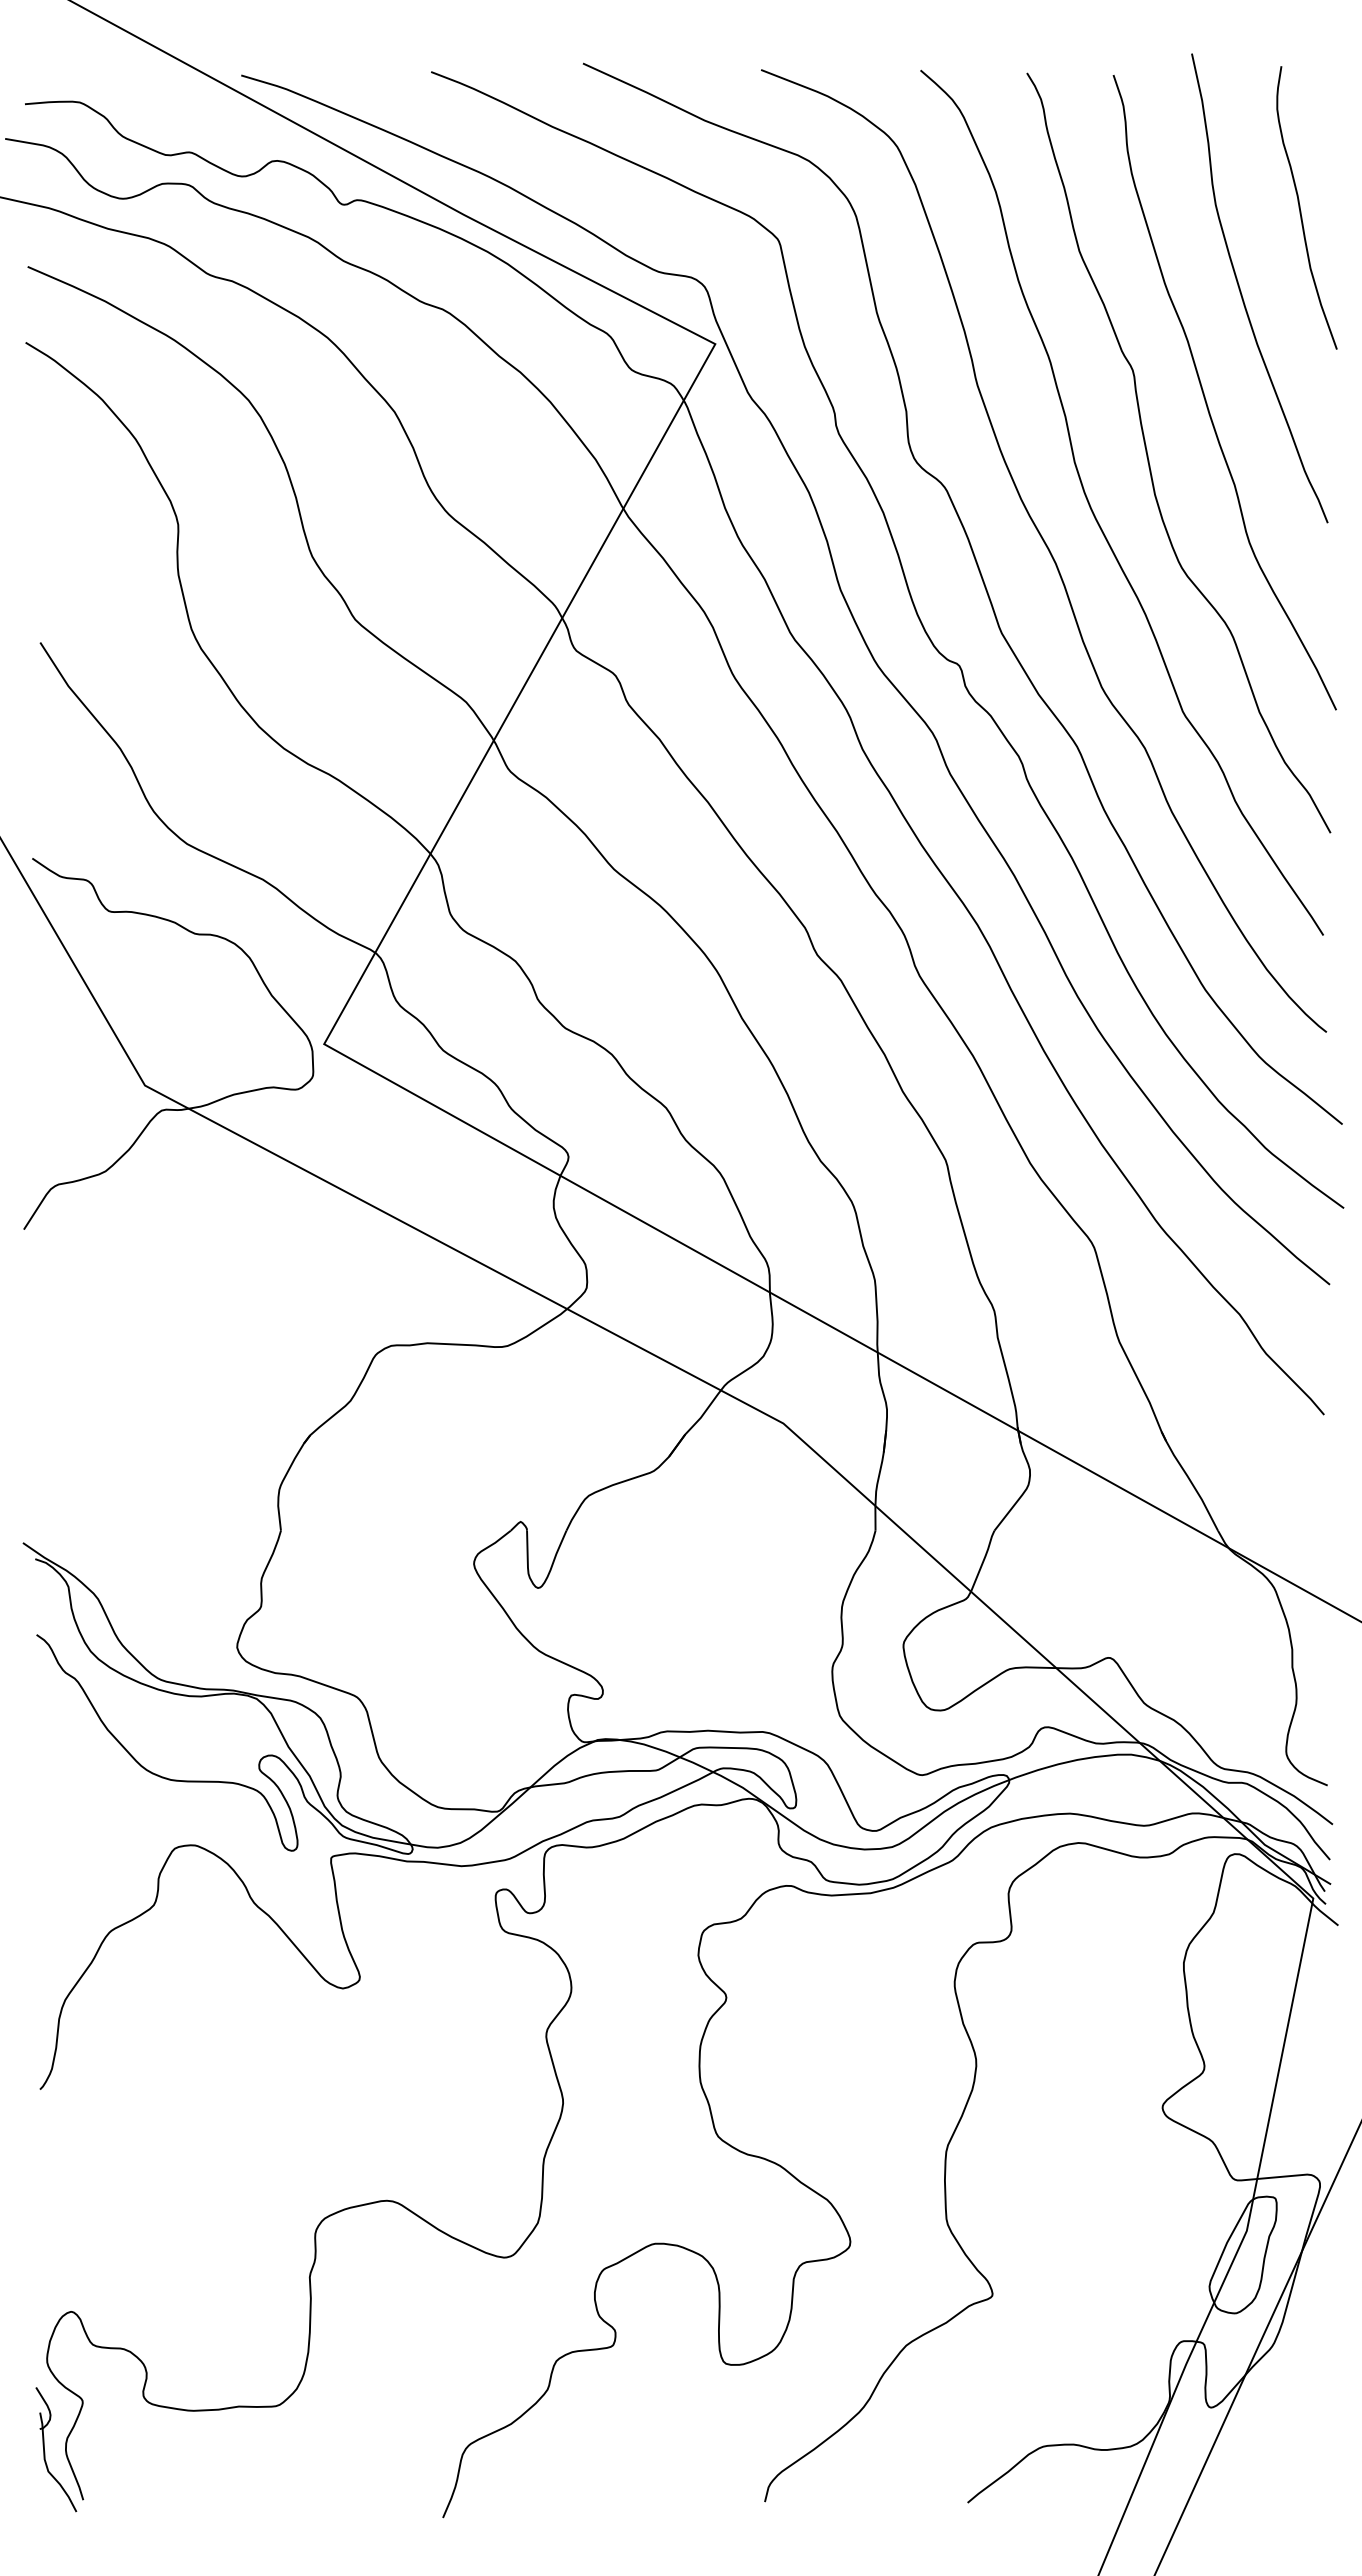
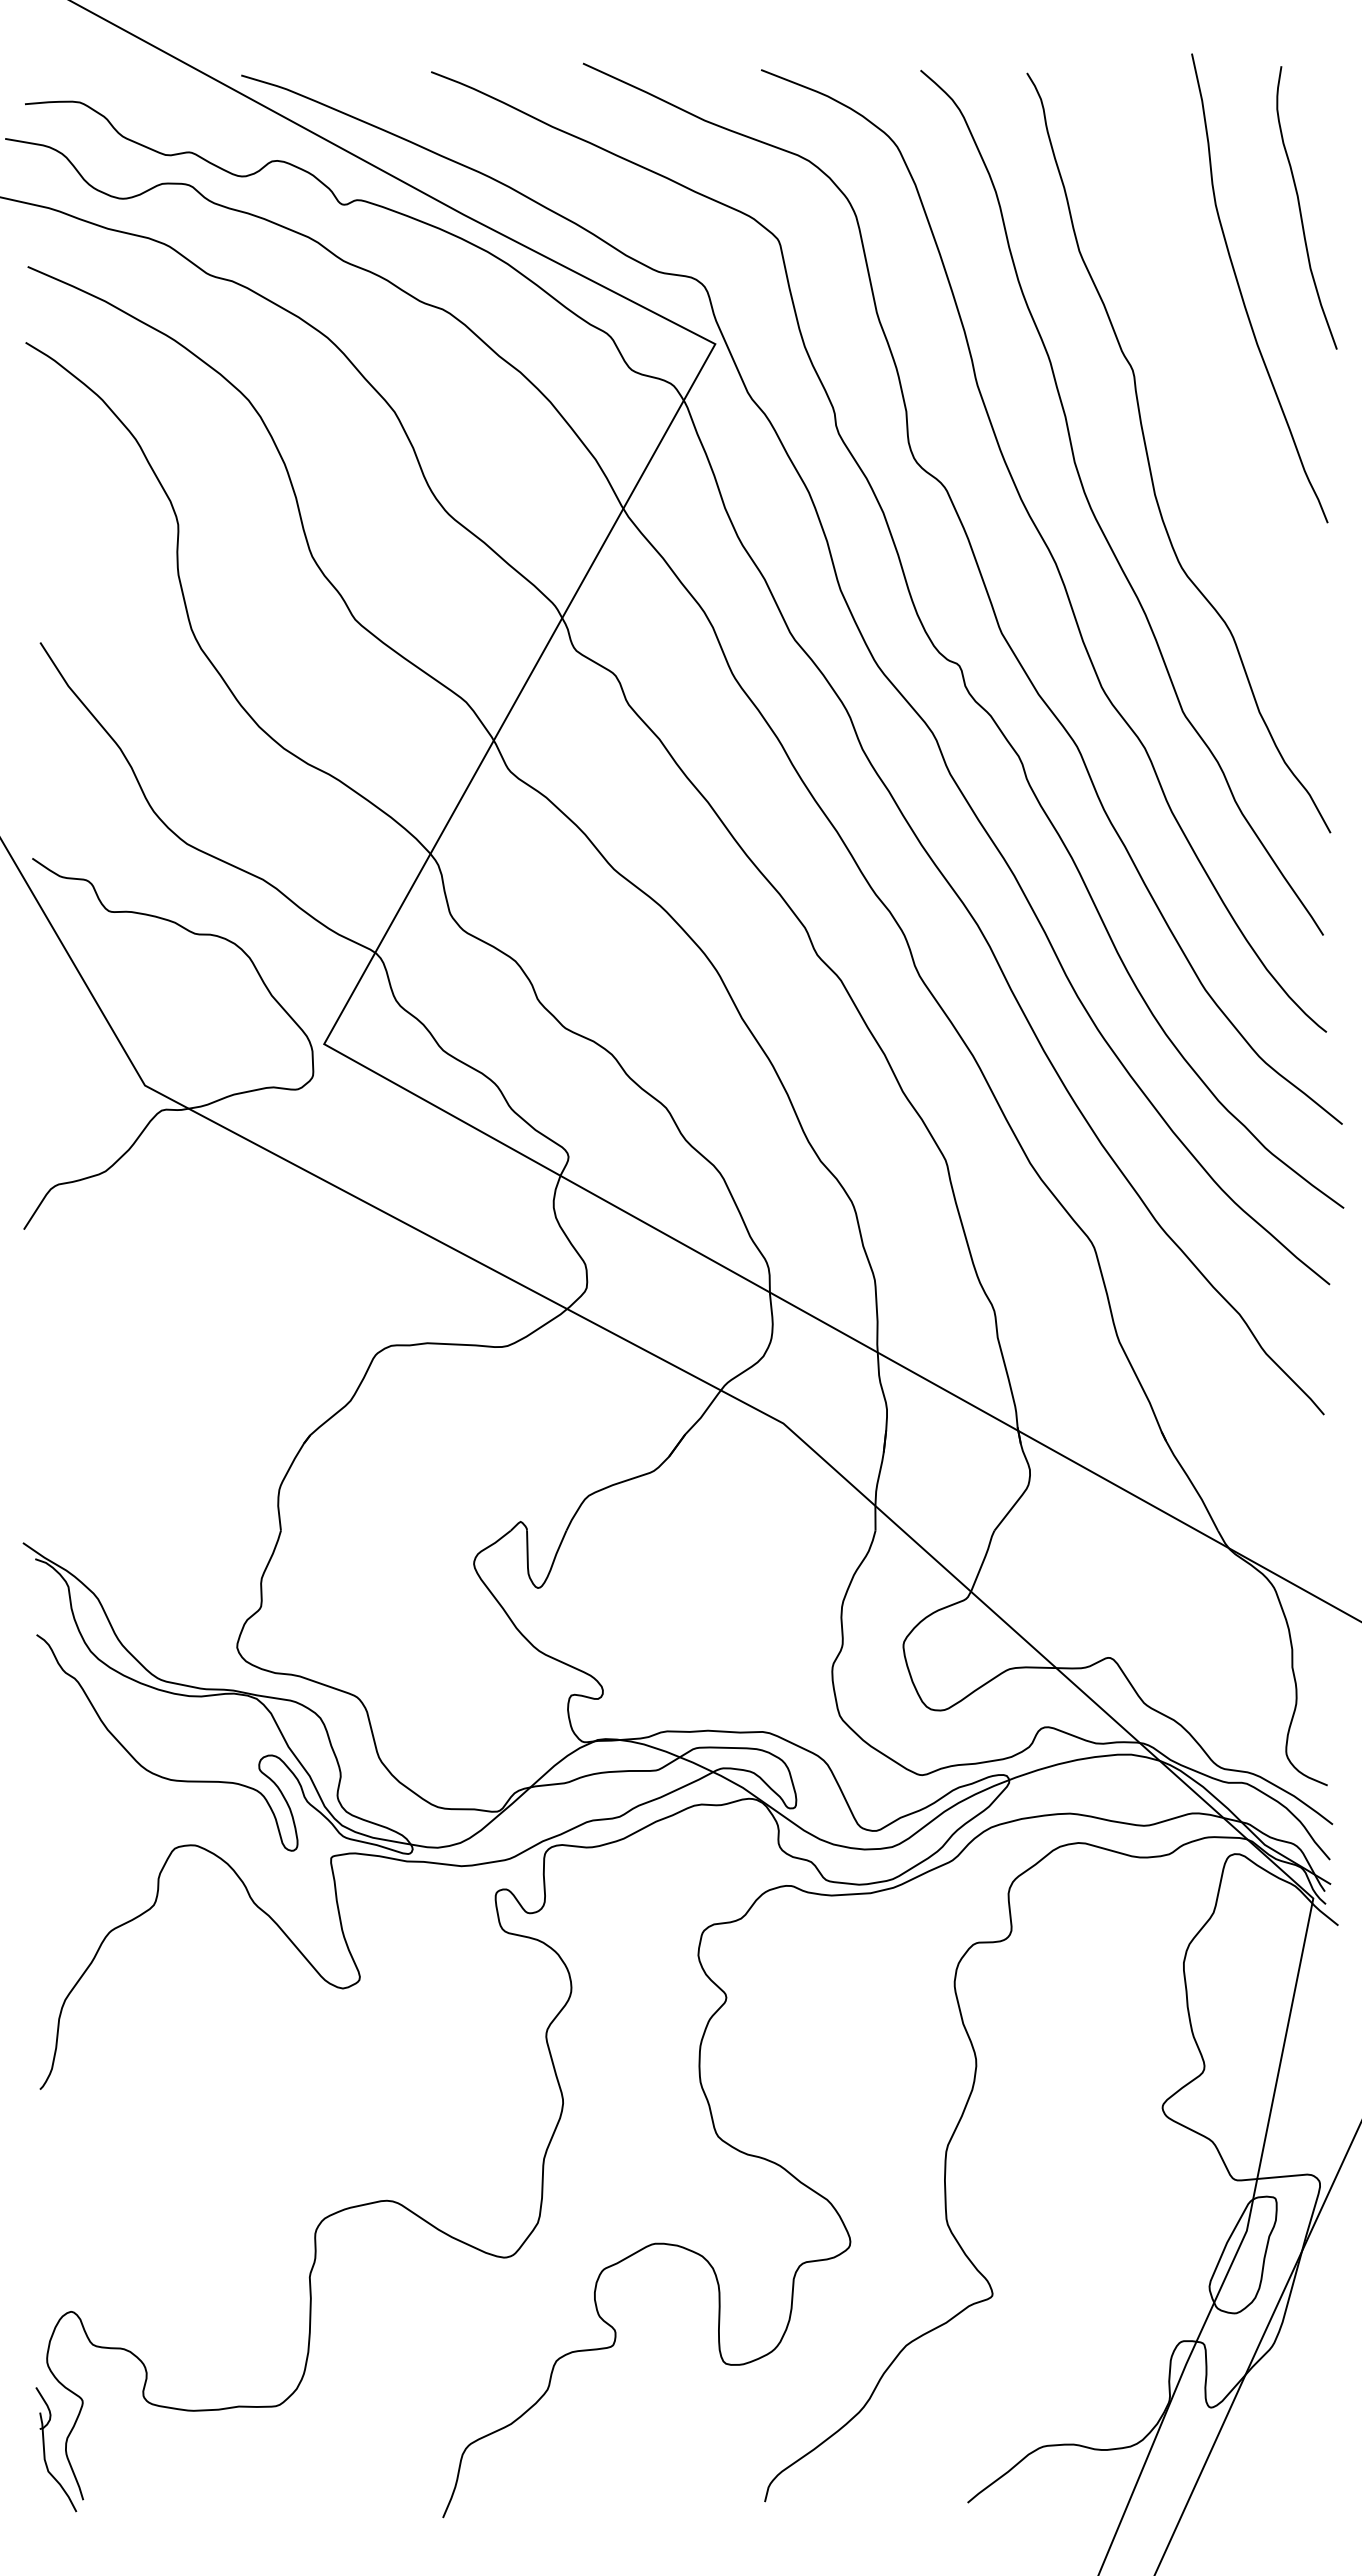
curve at (1206, 399): present -> none
